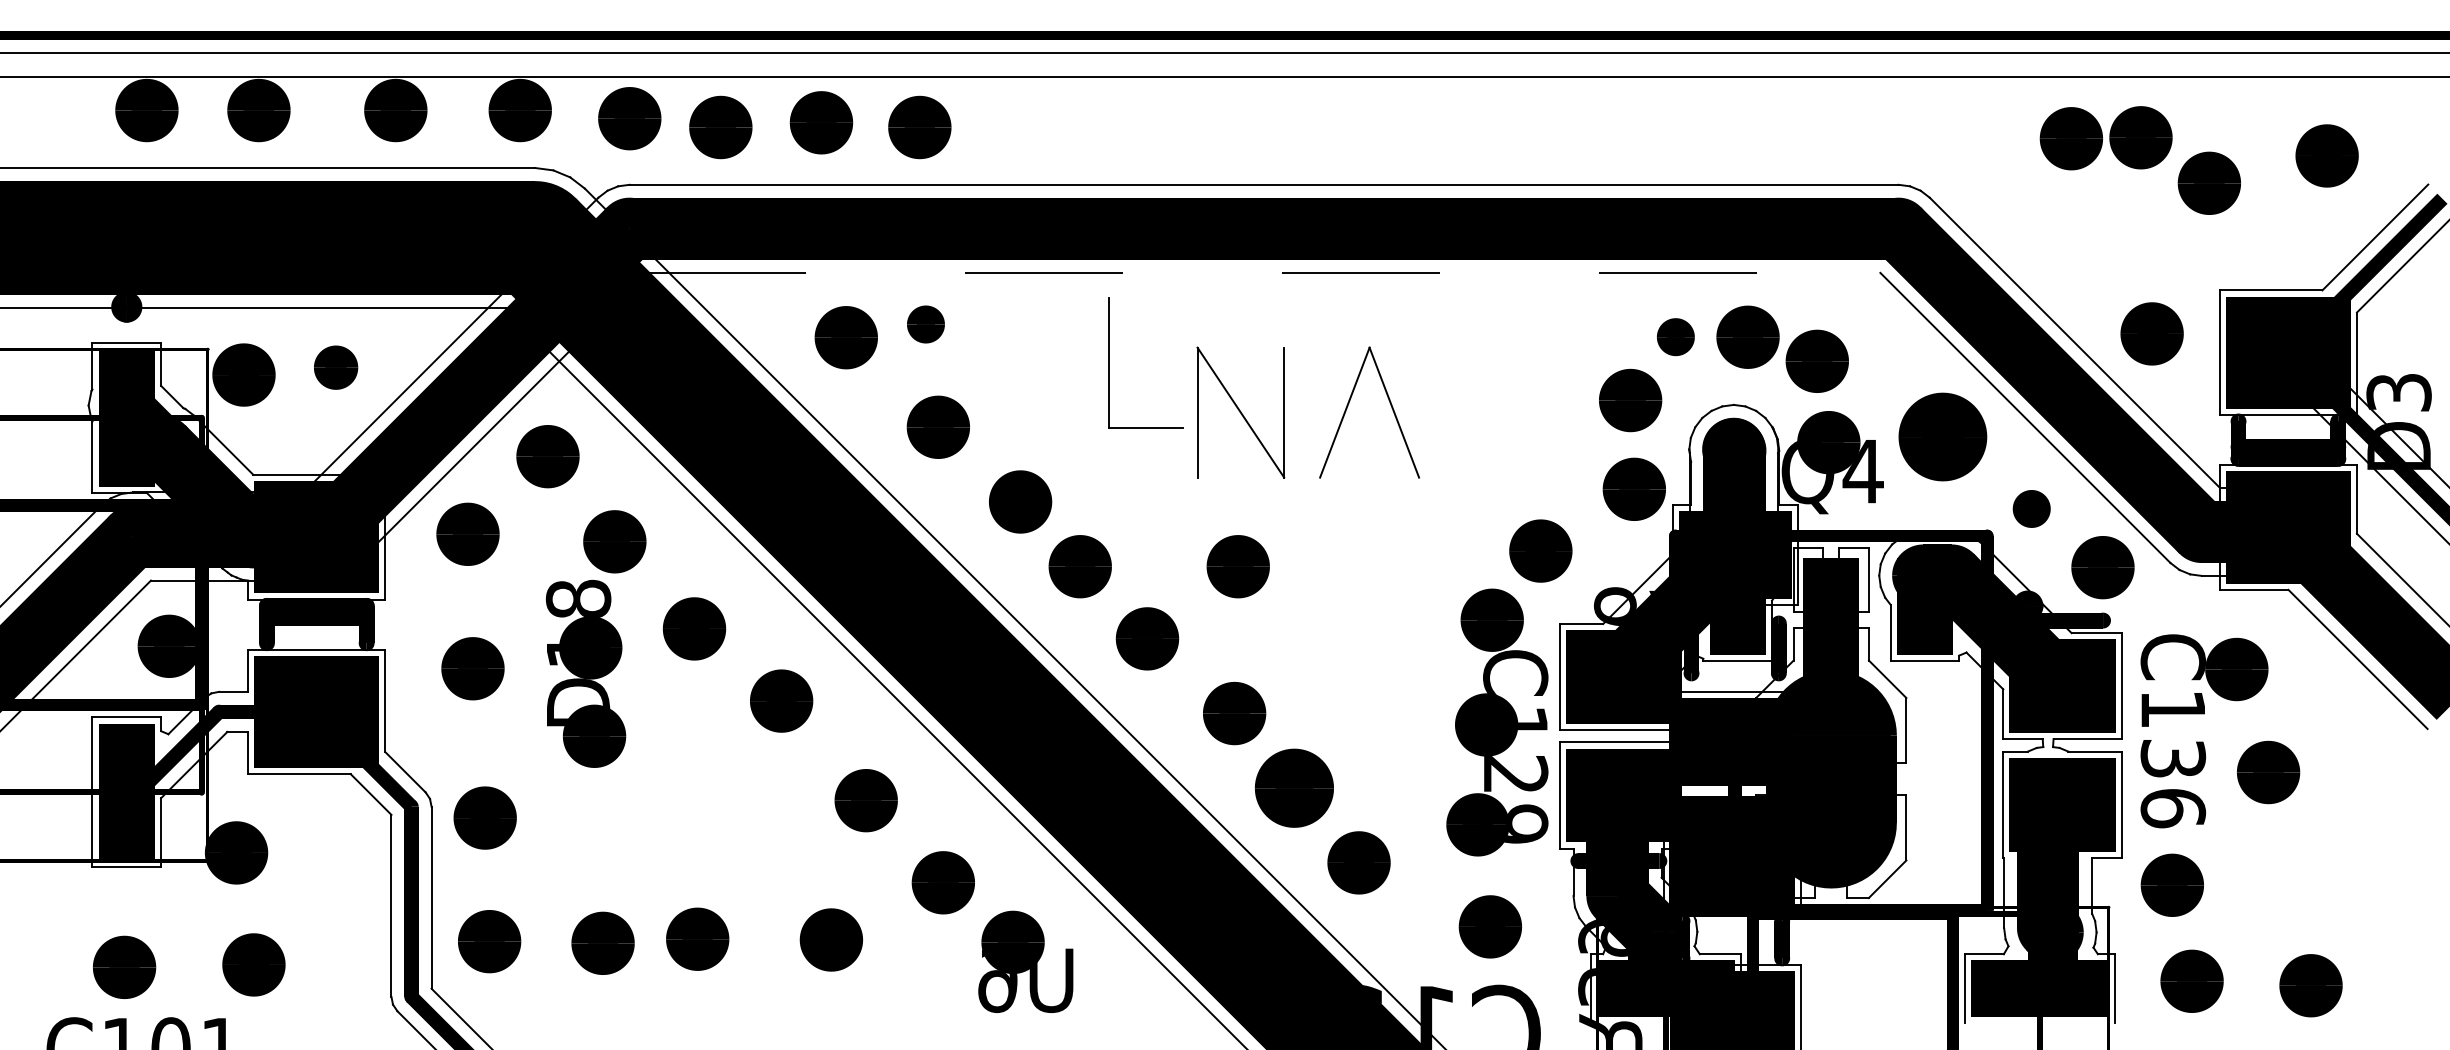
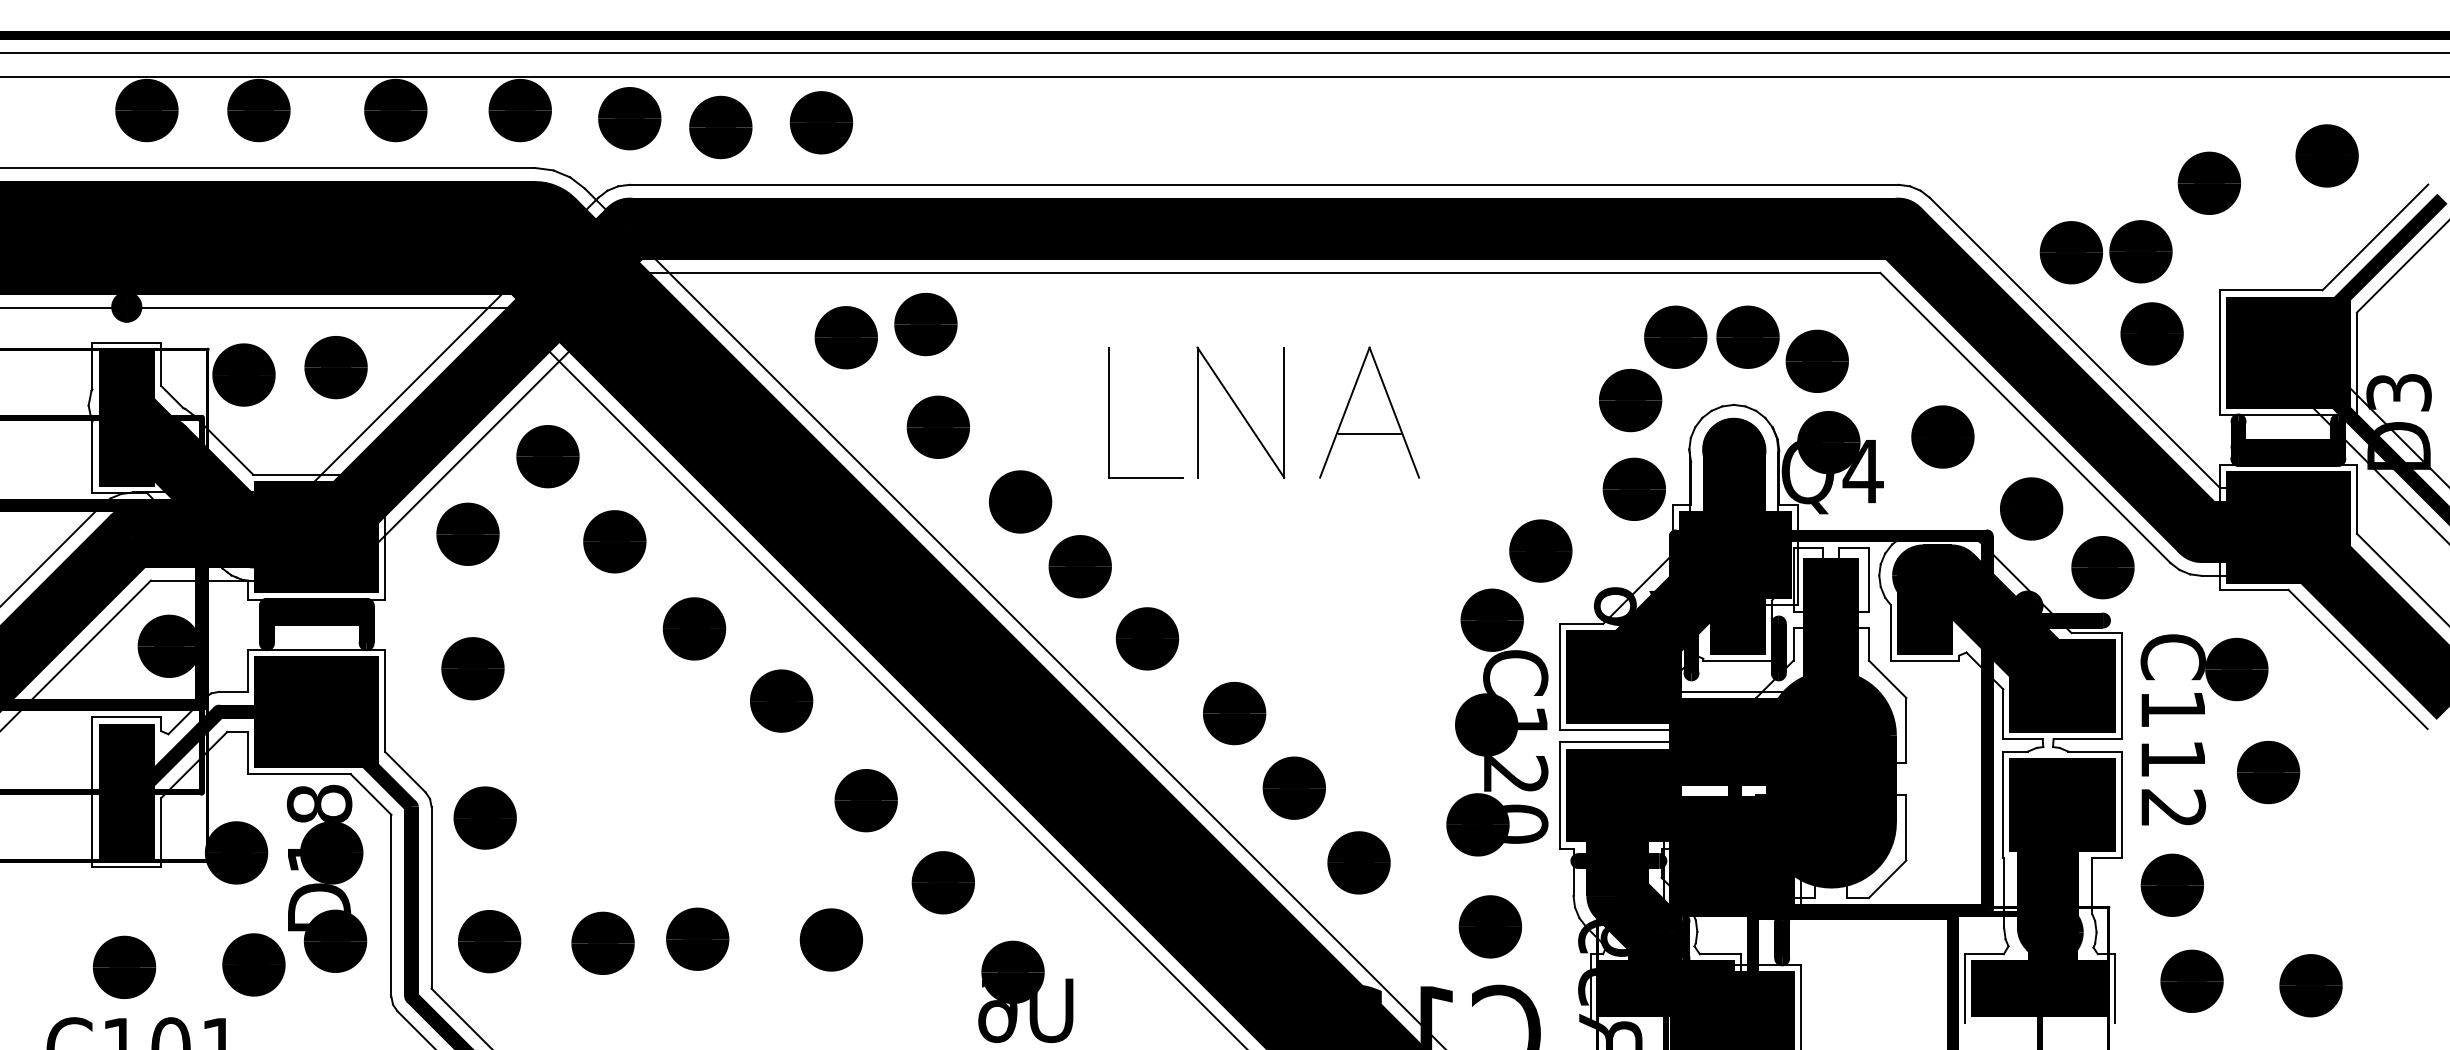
part at (919, 127): present -> none
part at (2105, 138) position: (2105, 138) -> (2105, 252)
line at (1264, 272): dashed -> solid
part at (925, 324) size: 38x39 px -> 64x65 px
part at (1675, 337) size: 39x39 px -> 64x64 px
part at (1109, 362) position: (1109, 362) -> (1109, 412)
part at (336, 367) size: 45x45 px -> 64x64 px
line at (1369, 434): none -> present
part at (1942, 436) size: 90x90 px -> 64x64 px
part at (2031, 508) size: 39x38 px -> 64x64 px
part at (1237, 566): present -> none
text at (585, 673) position: (585, 673) -> (326, 878)
text at (2173, 784): C136 -> C112
part at (1293, 787) size: 80x80 px -> 64x64 px
text at (1525, 823): C129 -> C120
text at (1025, 961) position: (1025, 961) -> (1025, 991)
